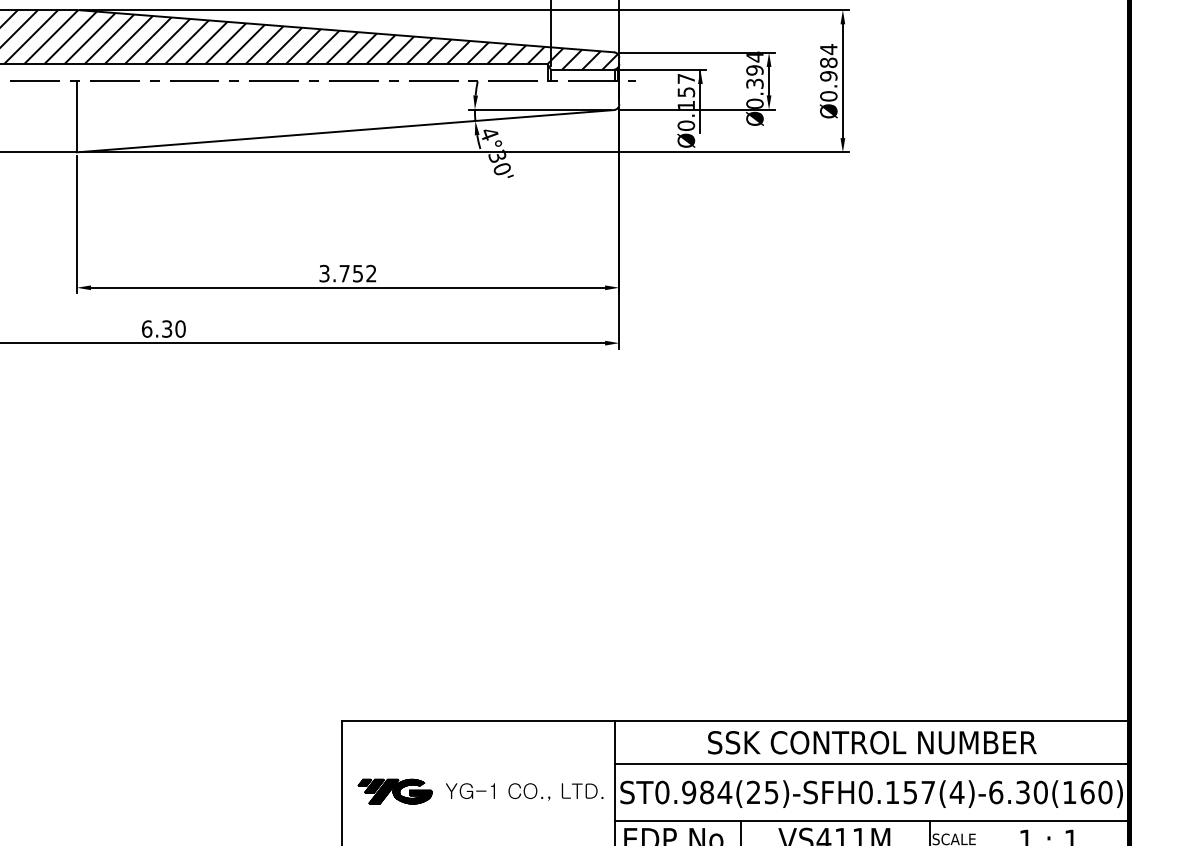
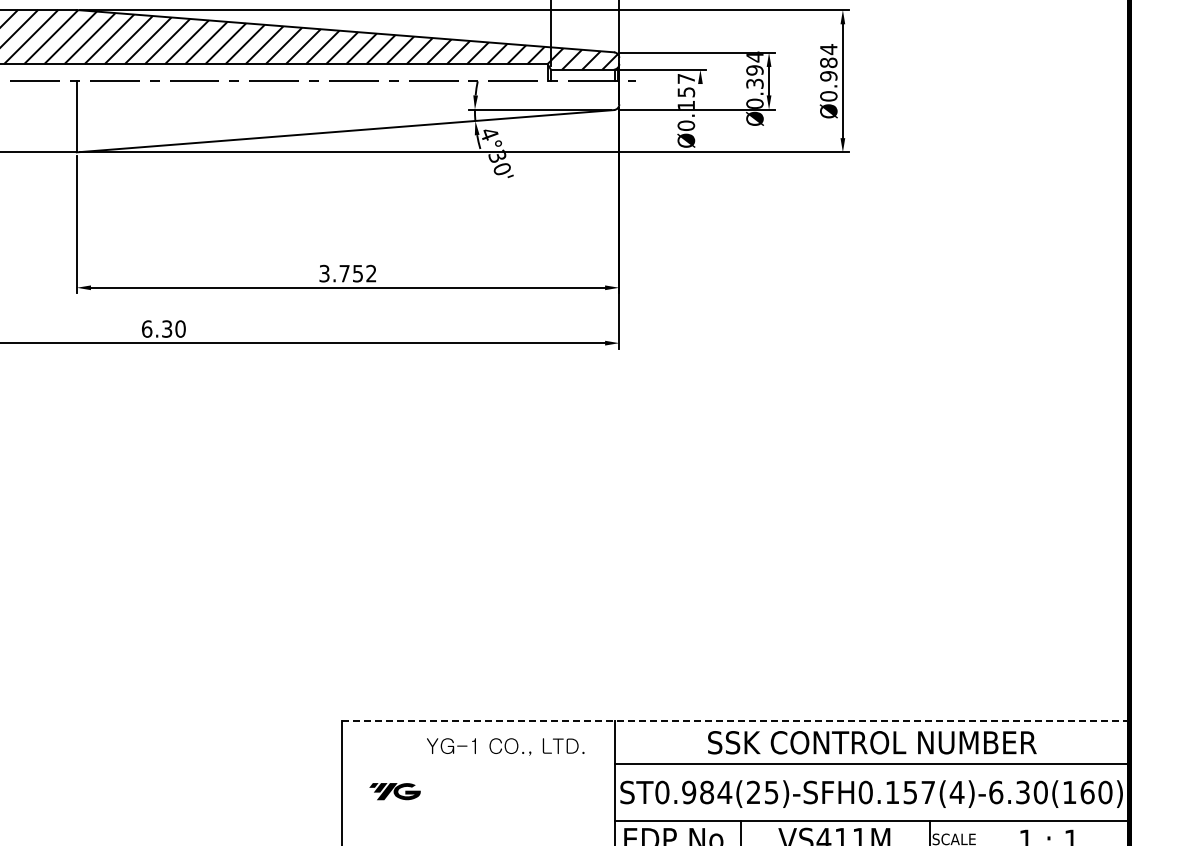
line at (700, 100): present -> none
line at (735, 721): solid -> dashed
part at (394, 791) size: 76x27 px -> 52x18 px
text at (524, 791) position: (524, 791) -> (505, 746)
